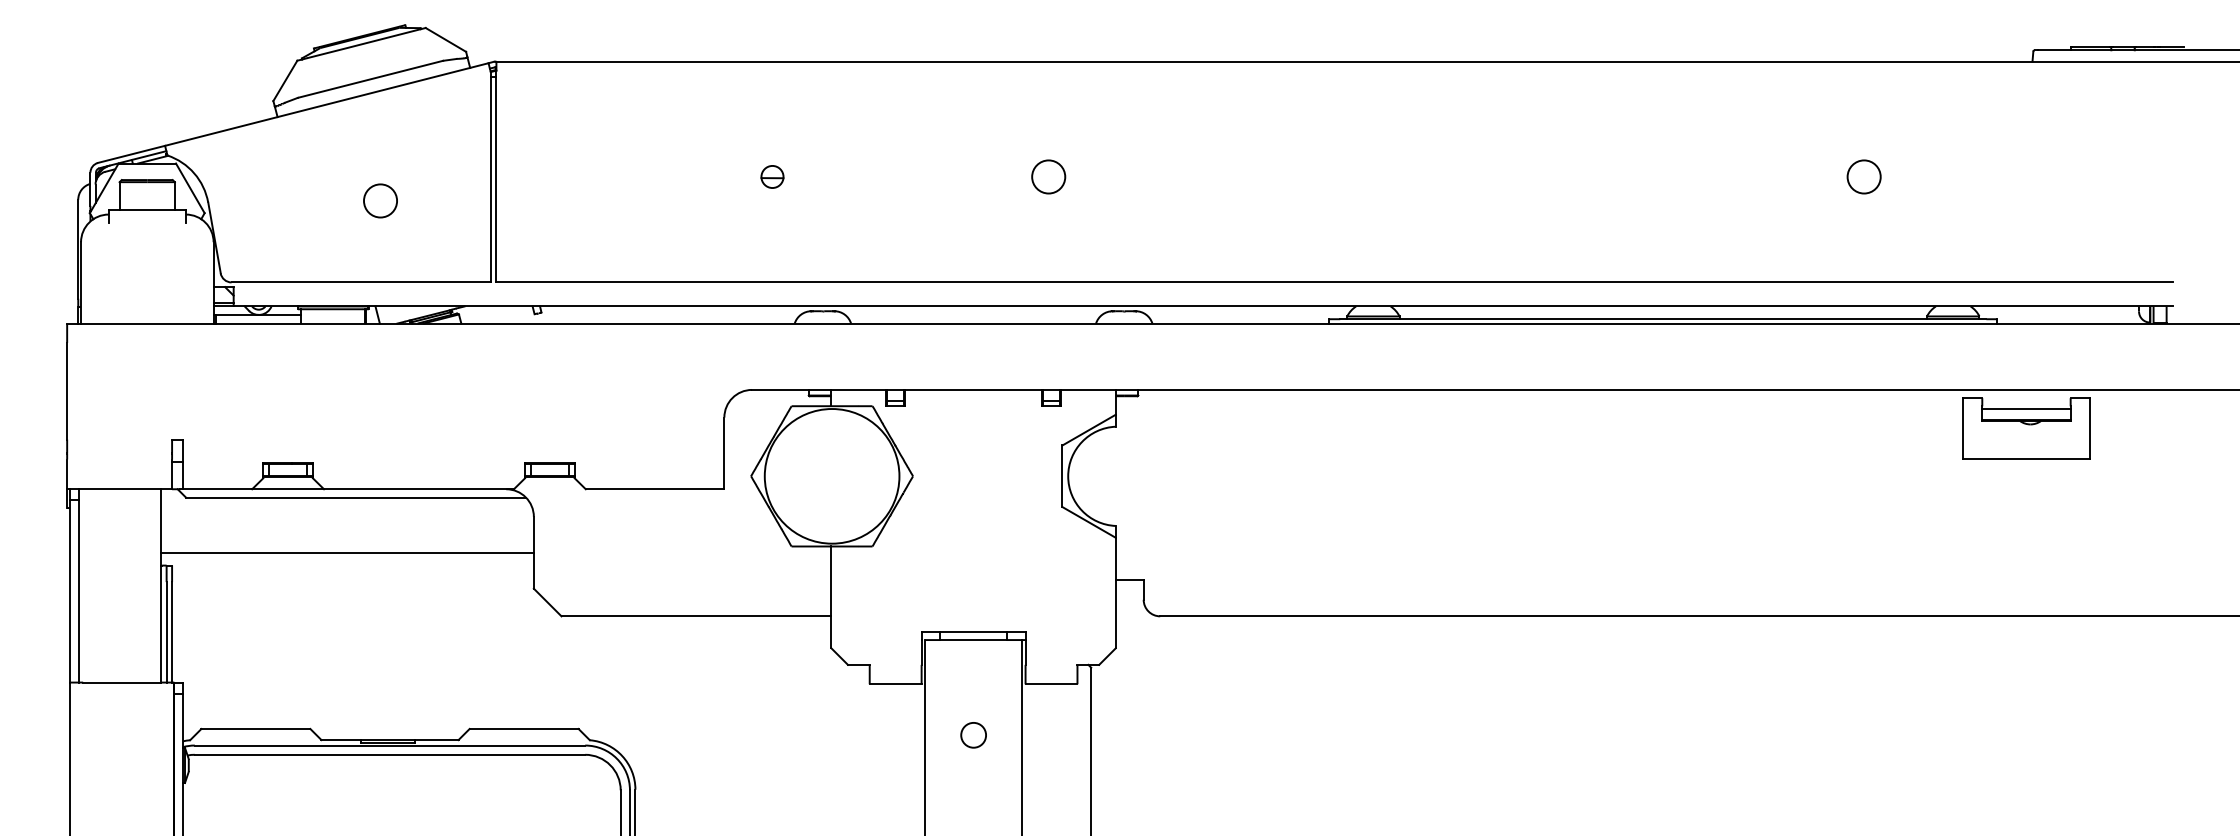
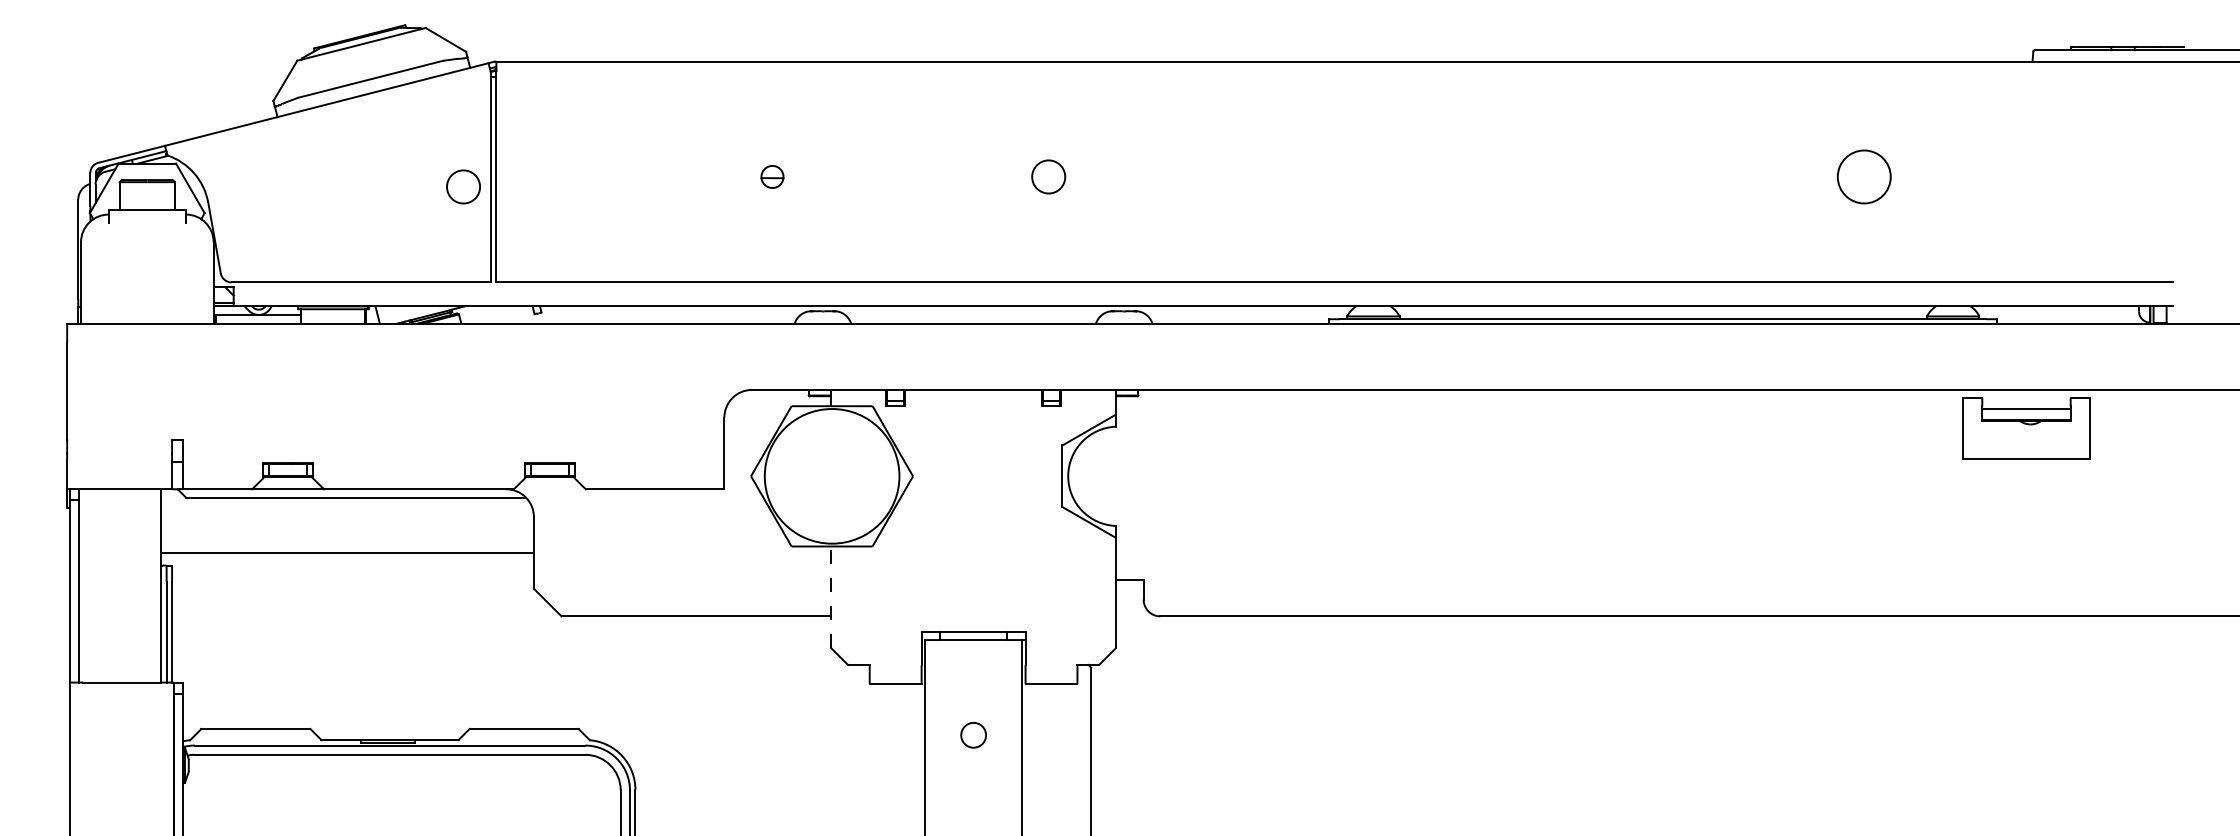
circle at (1863, 176) size: 36x36 px -> 56x56 px
circle at (380, 200) position: (380, 200) -> (463, 186)
line at (831, 597): solid -> dashed
